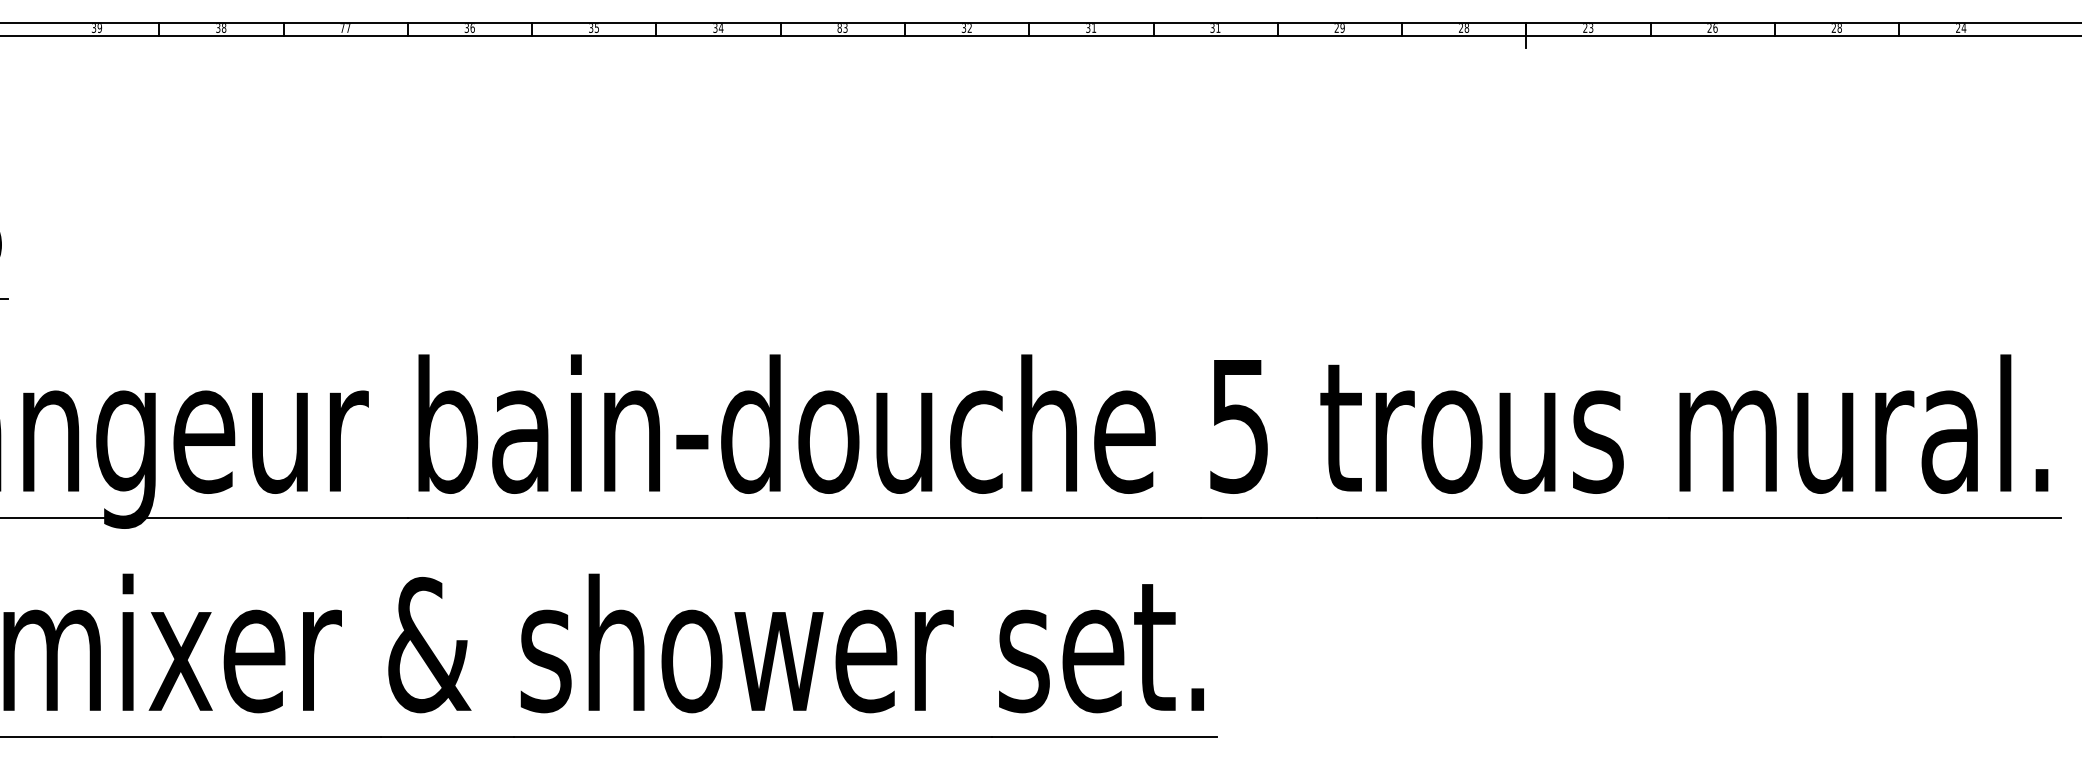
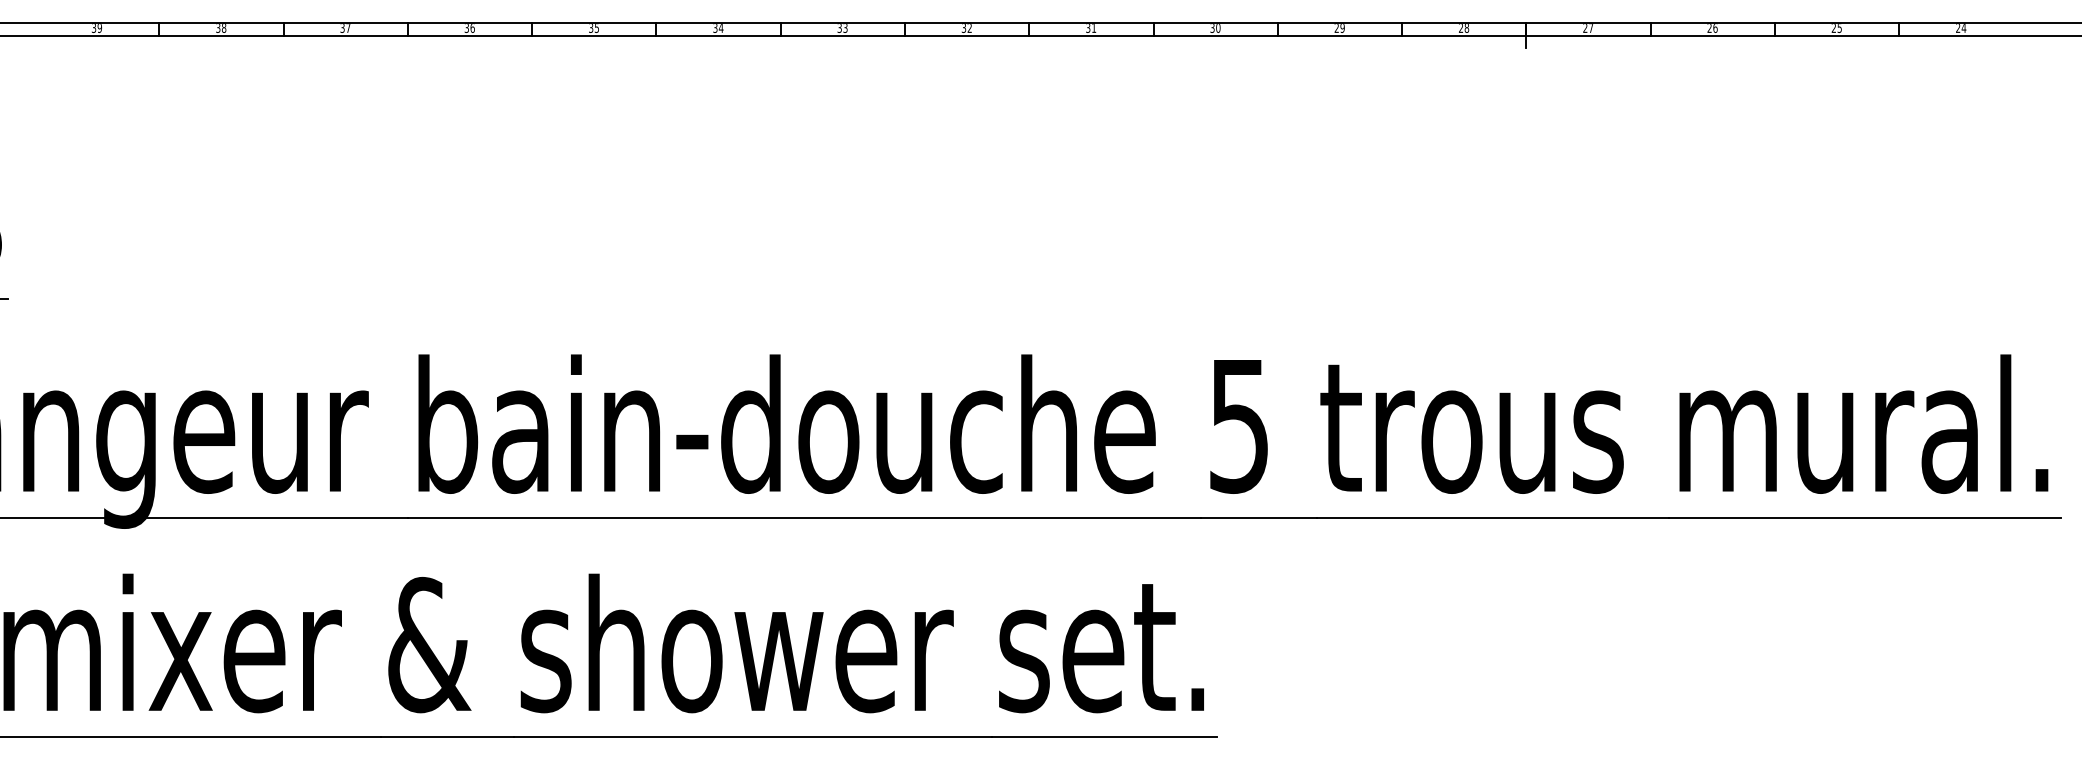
text at (342, 28): 77 -> 37
text at (839, 28): 83 -> 33
text at (1218, 28): 31 -> 30
text at (1591, 28): 23 -> 27
text at (1839, 28): 28 -> 25
